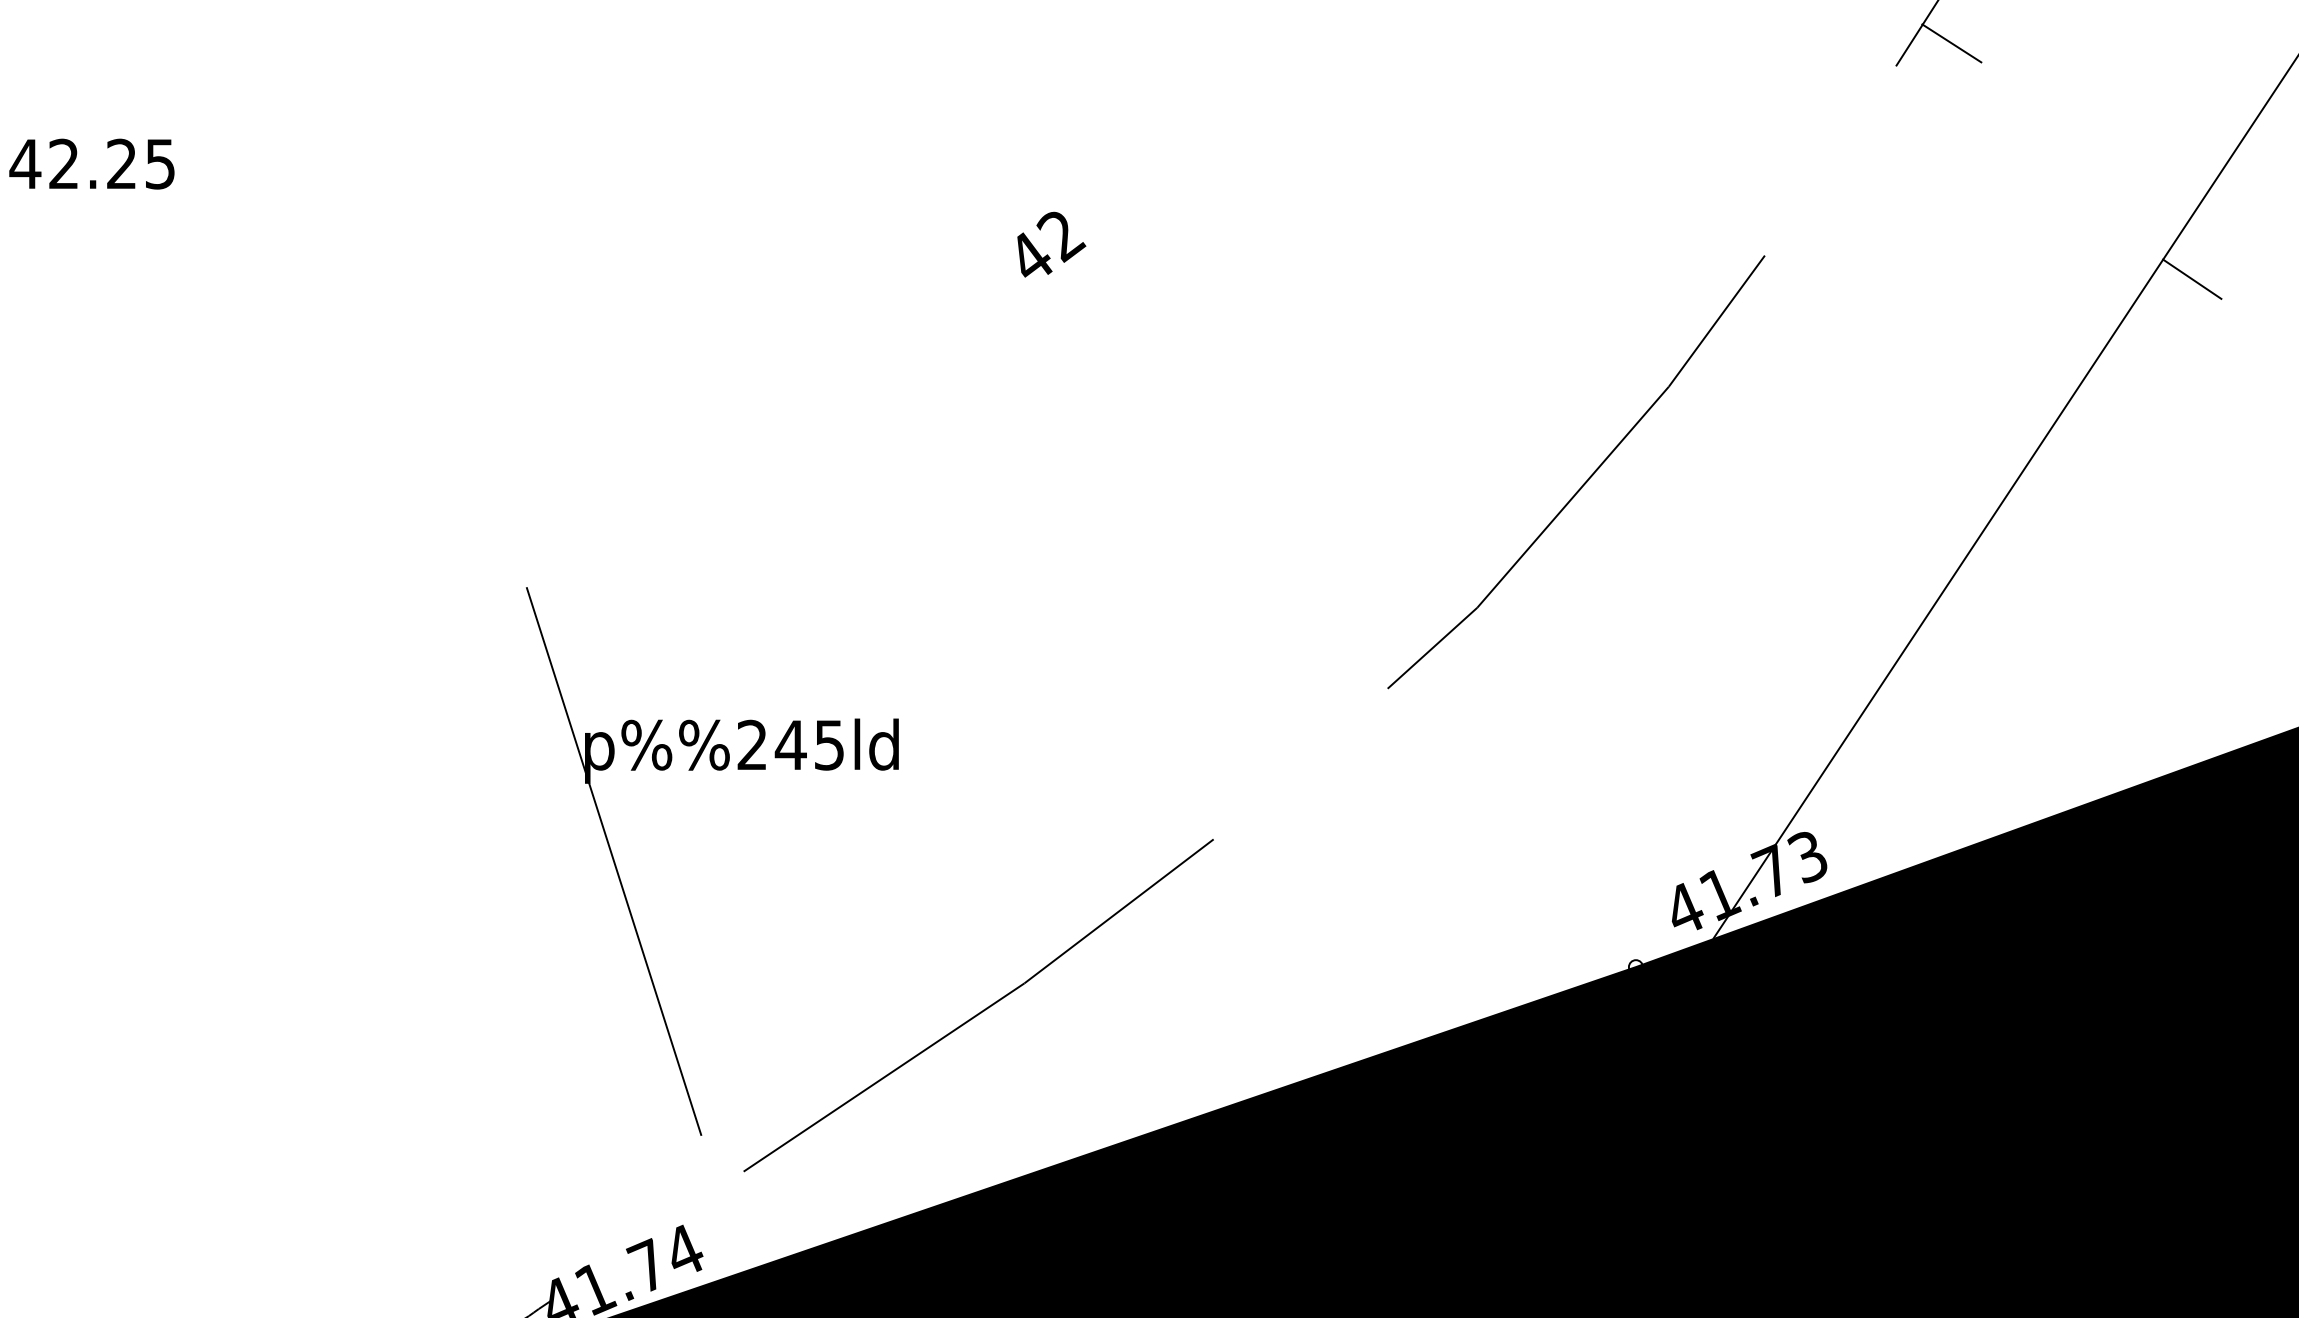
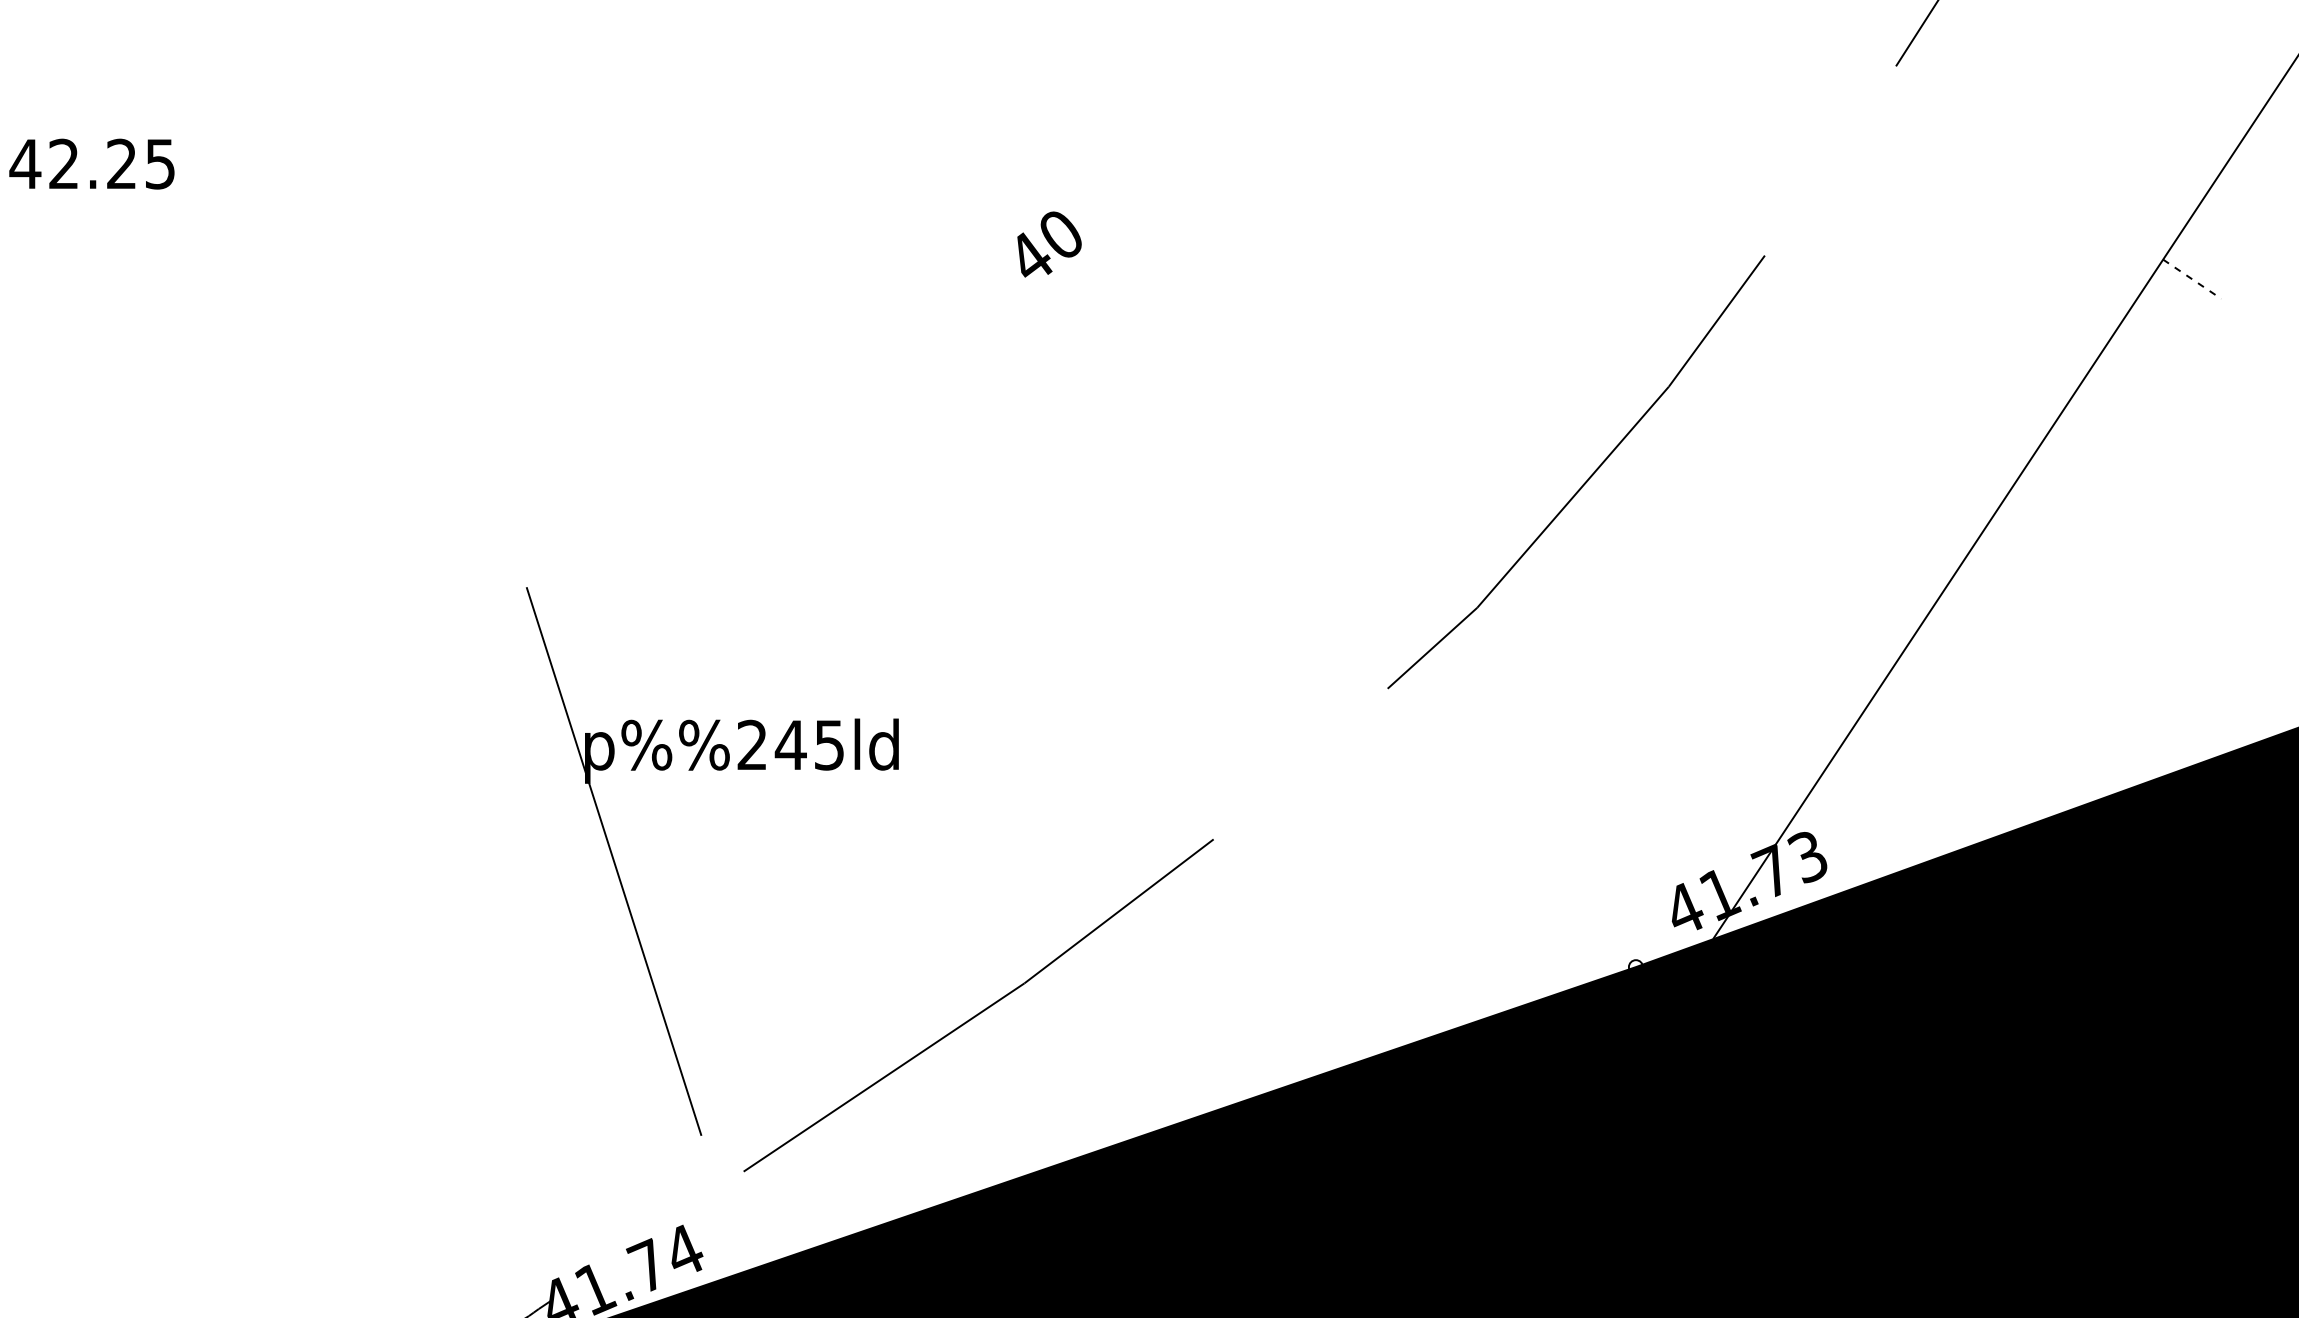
line at (1951, 43): present -> none
text at (1061, 236): 42 -> 40
line at (2192, 279): solid -> dashed
